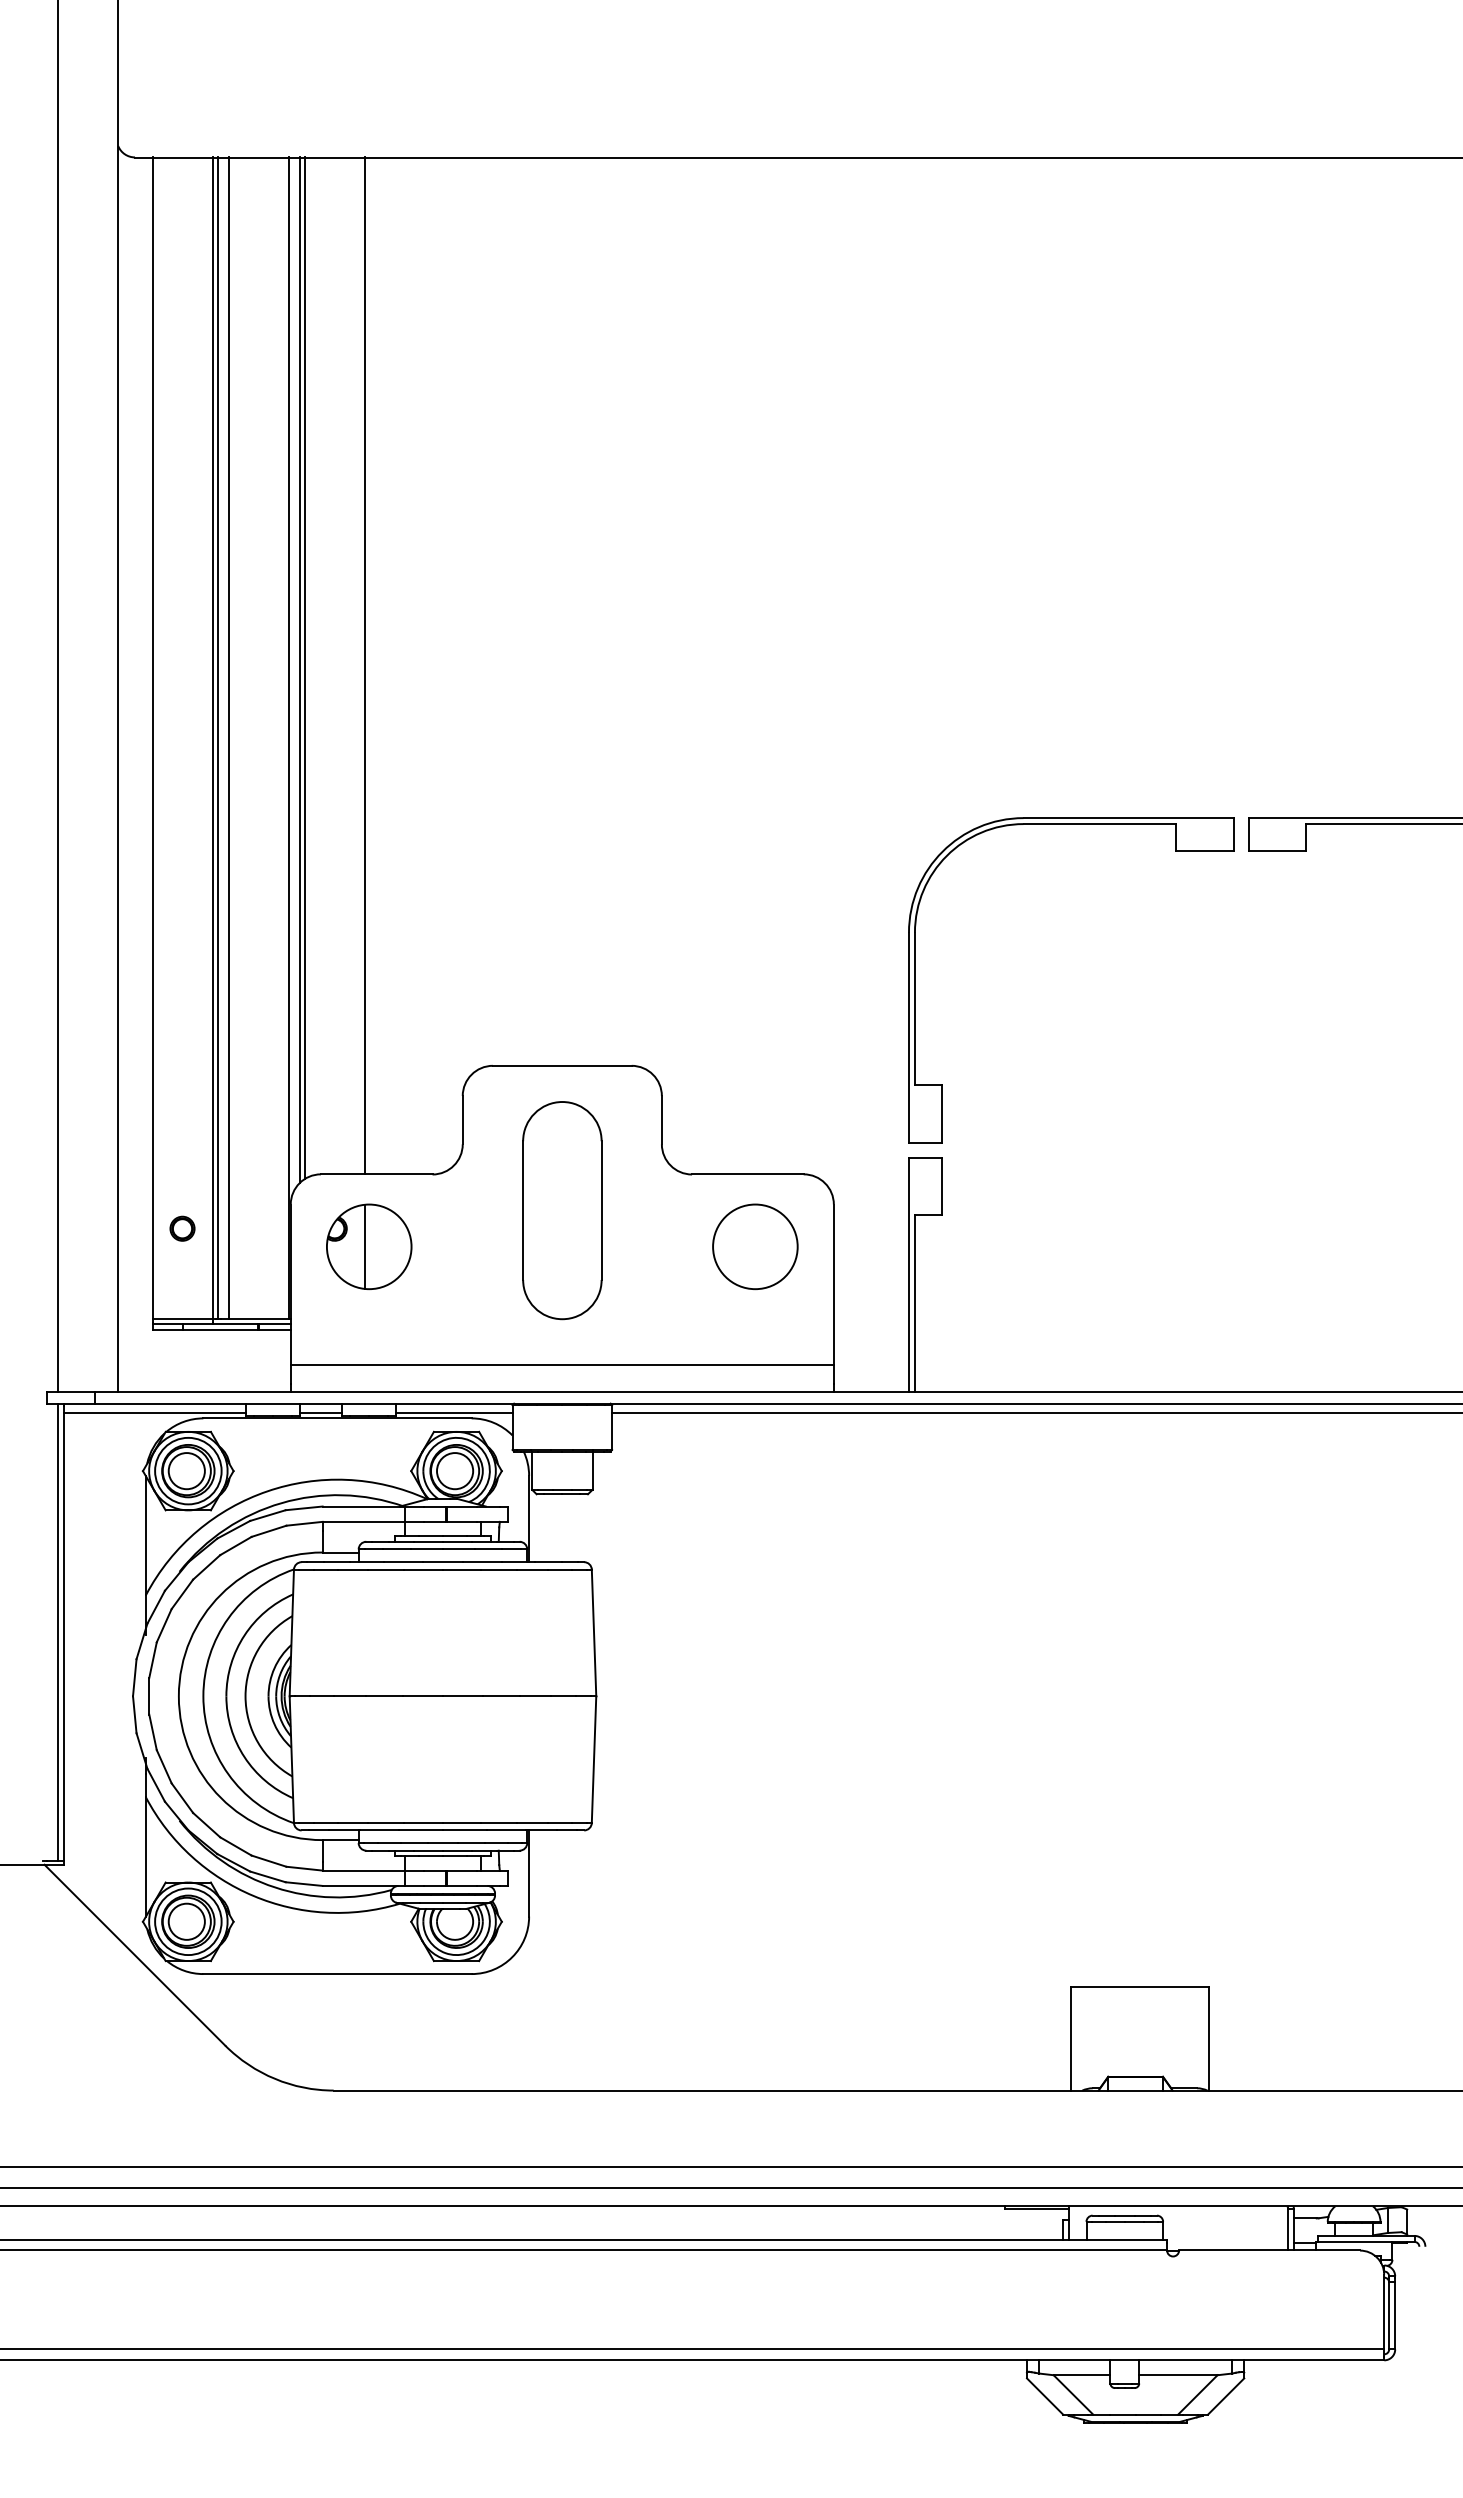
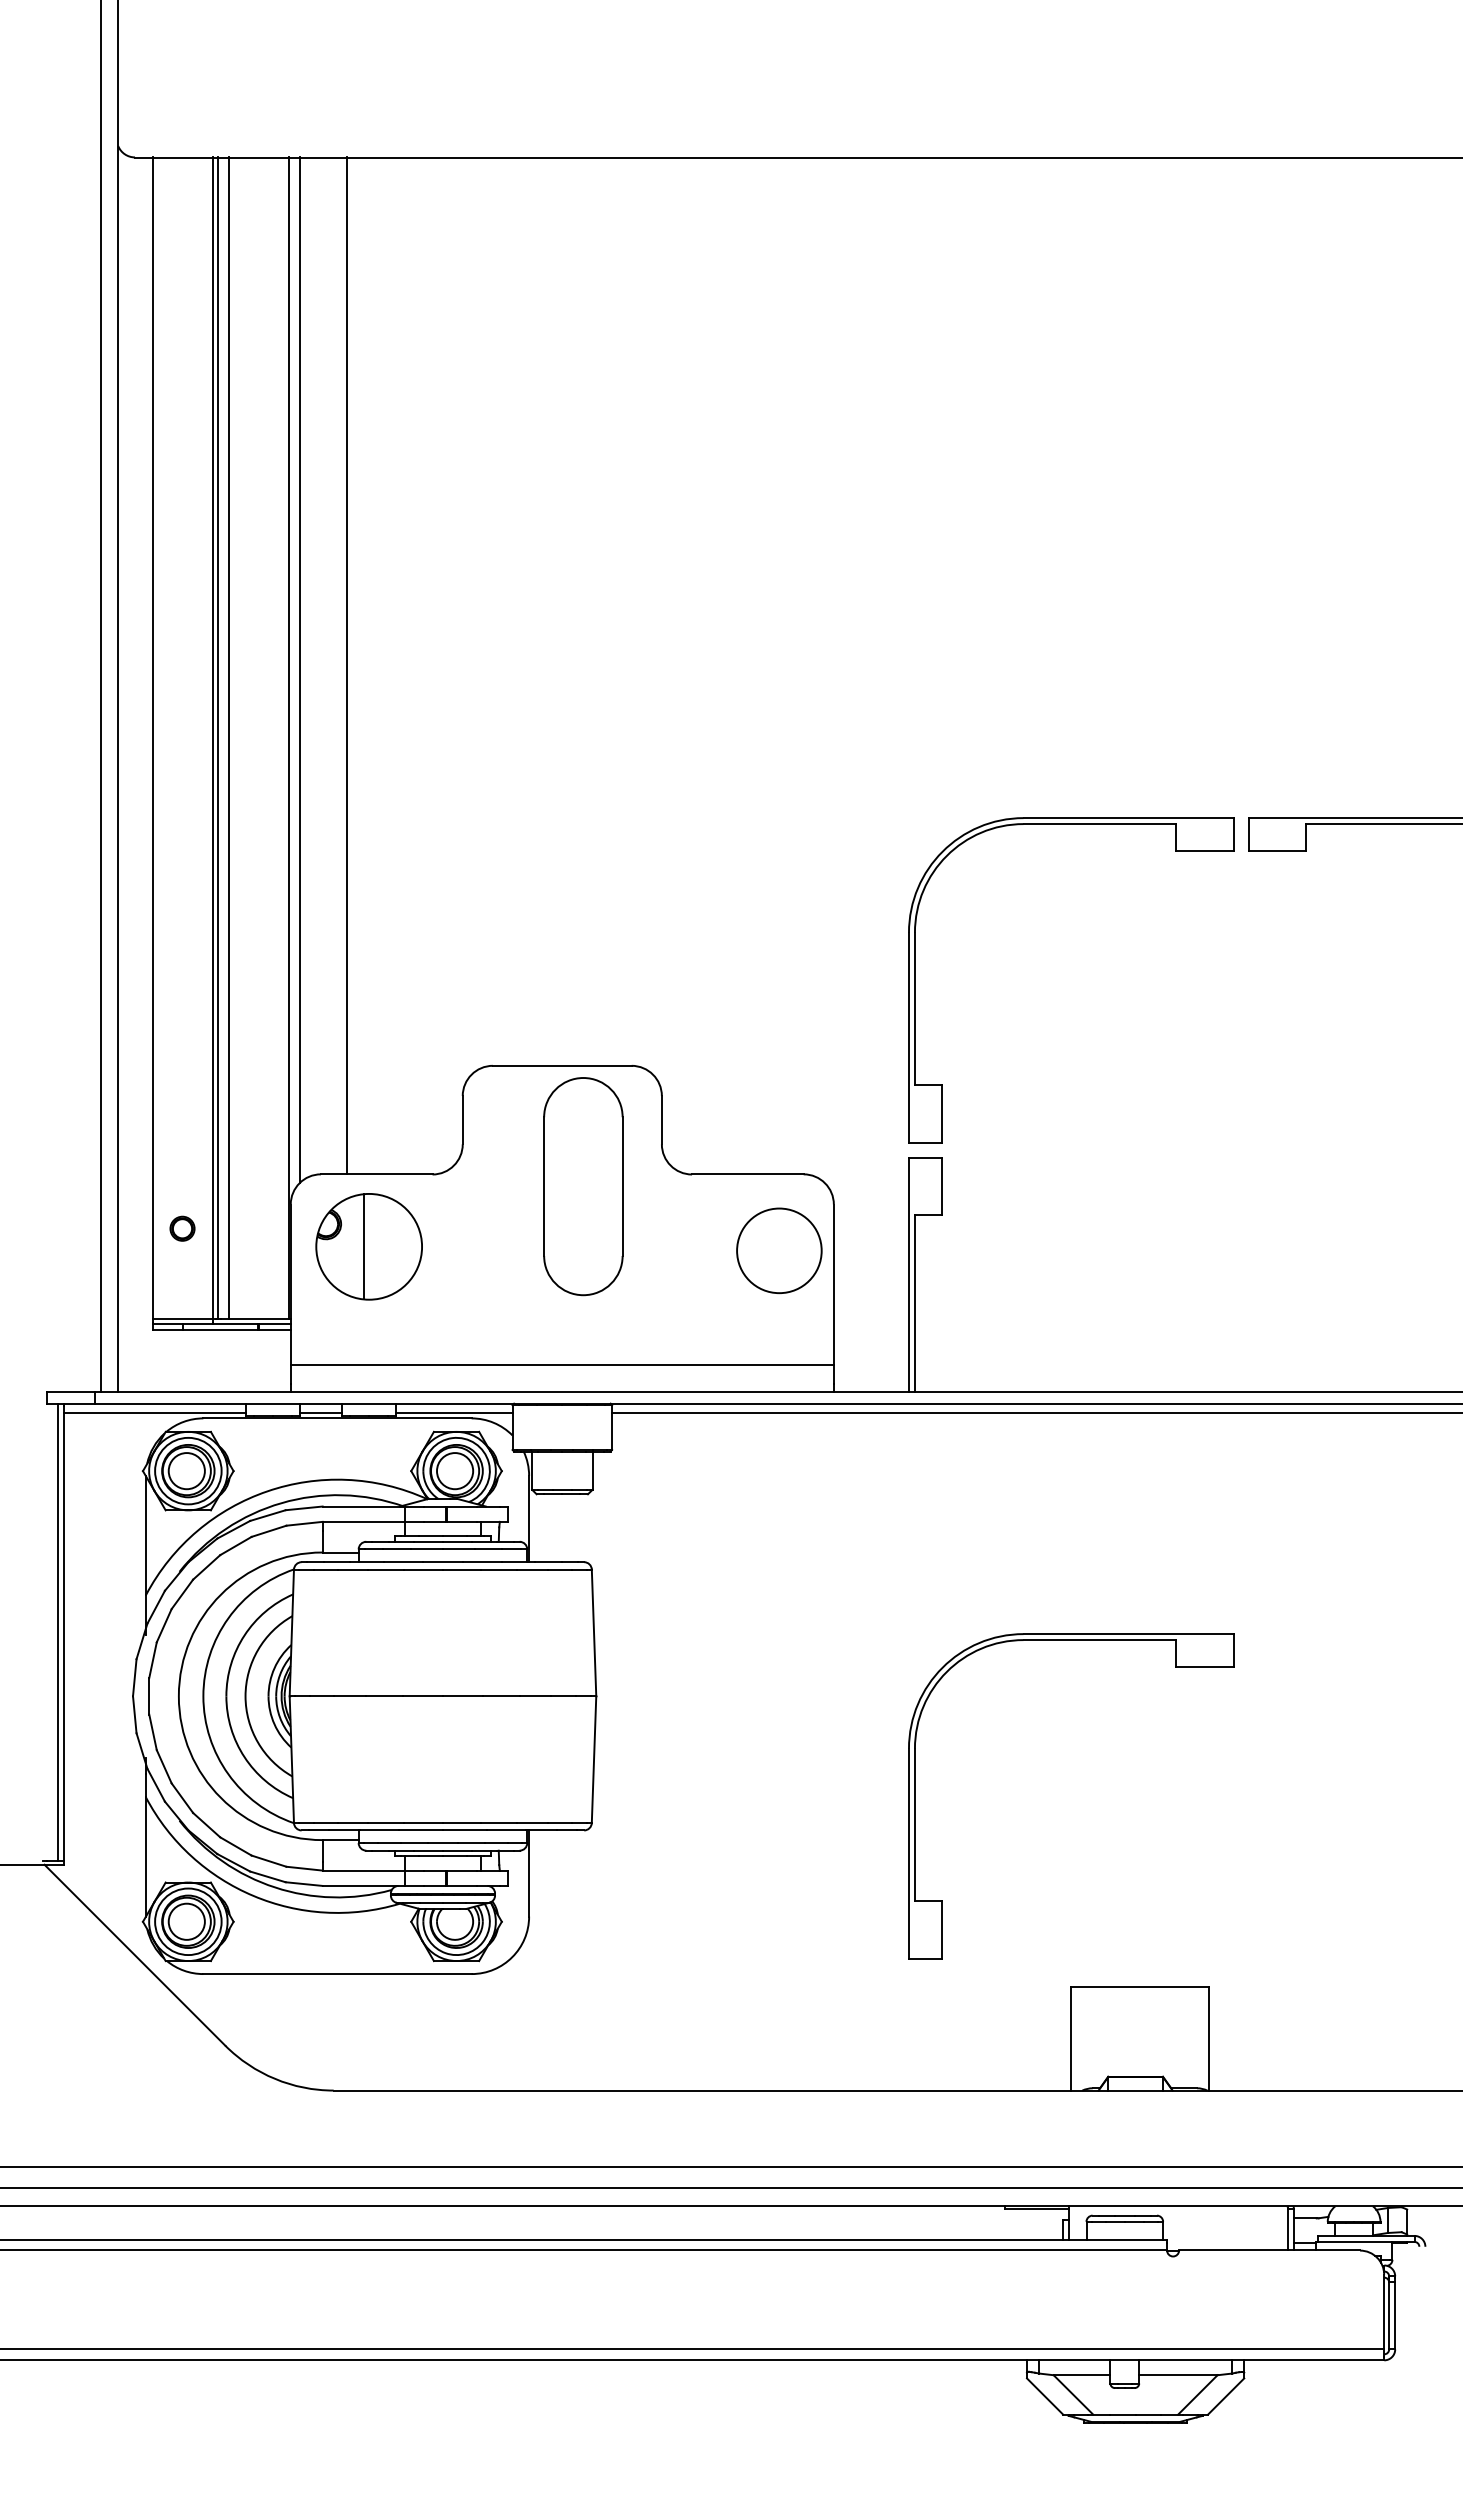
line at (364, 665) position: (364, 665) -> (346, 665)
line at (304, 668): present -> none
line at (57, 696) position: (57, 696) -> (100, 696)
part at (562, 1210) position: (562, 1210) -> (583, 1186)
part at (369, 1246) size: 87x88 px -> 108x108 px
circle at (755, 1246) position: (755, 1246) -> (779, 1250)
part at (1071, 1640): none -> present
